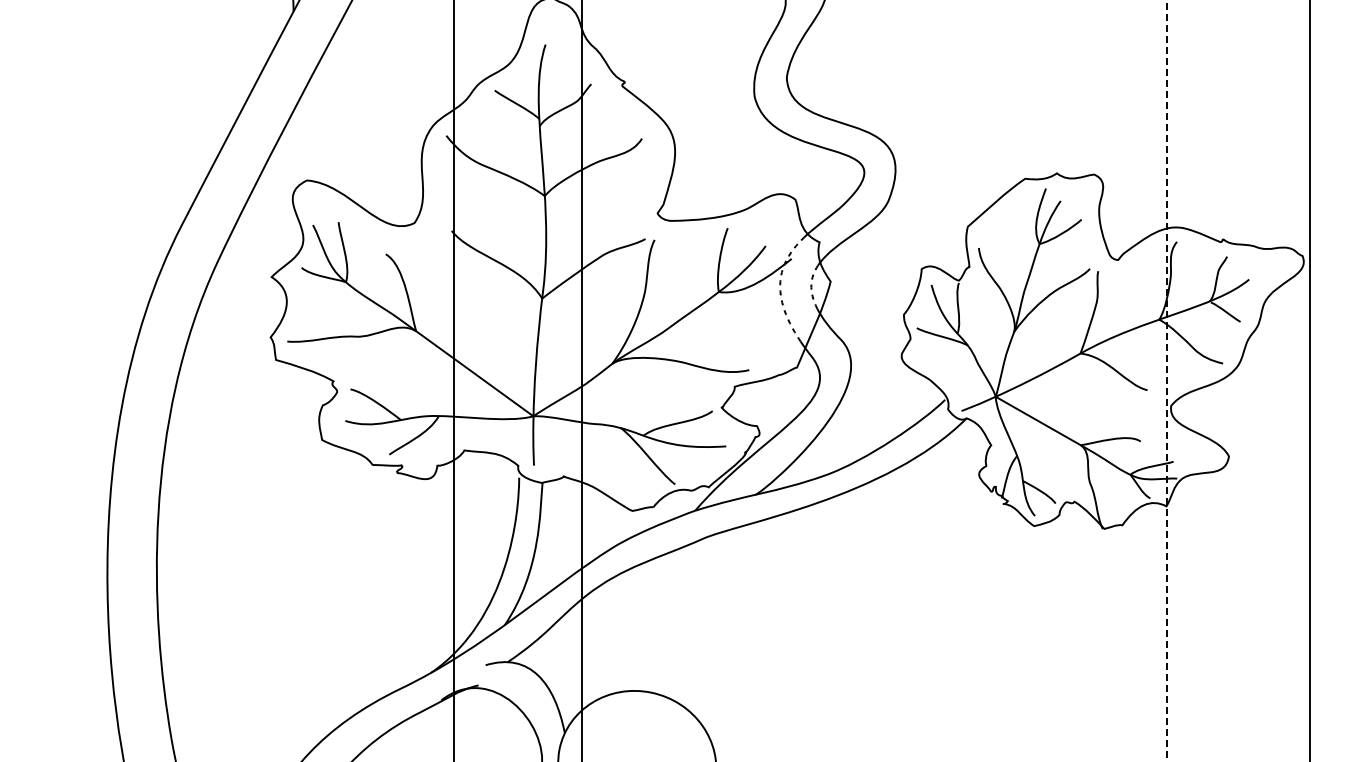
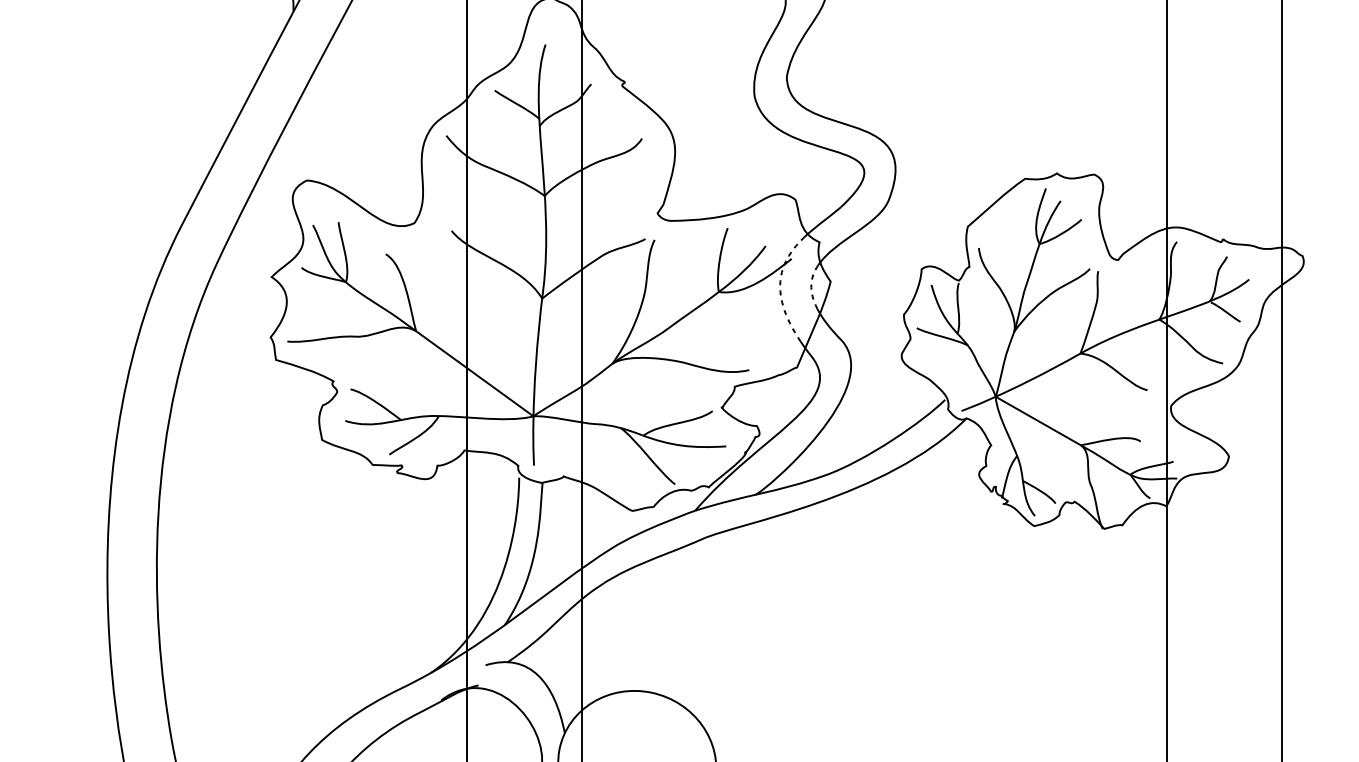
line at (454, 380) position: (454, 380) -> (467, 380)
line at (1166, 380): dashed -> solid
line at (1309, 380) position: (1309, 380) -> (1281, 380)
